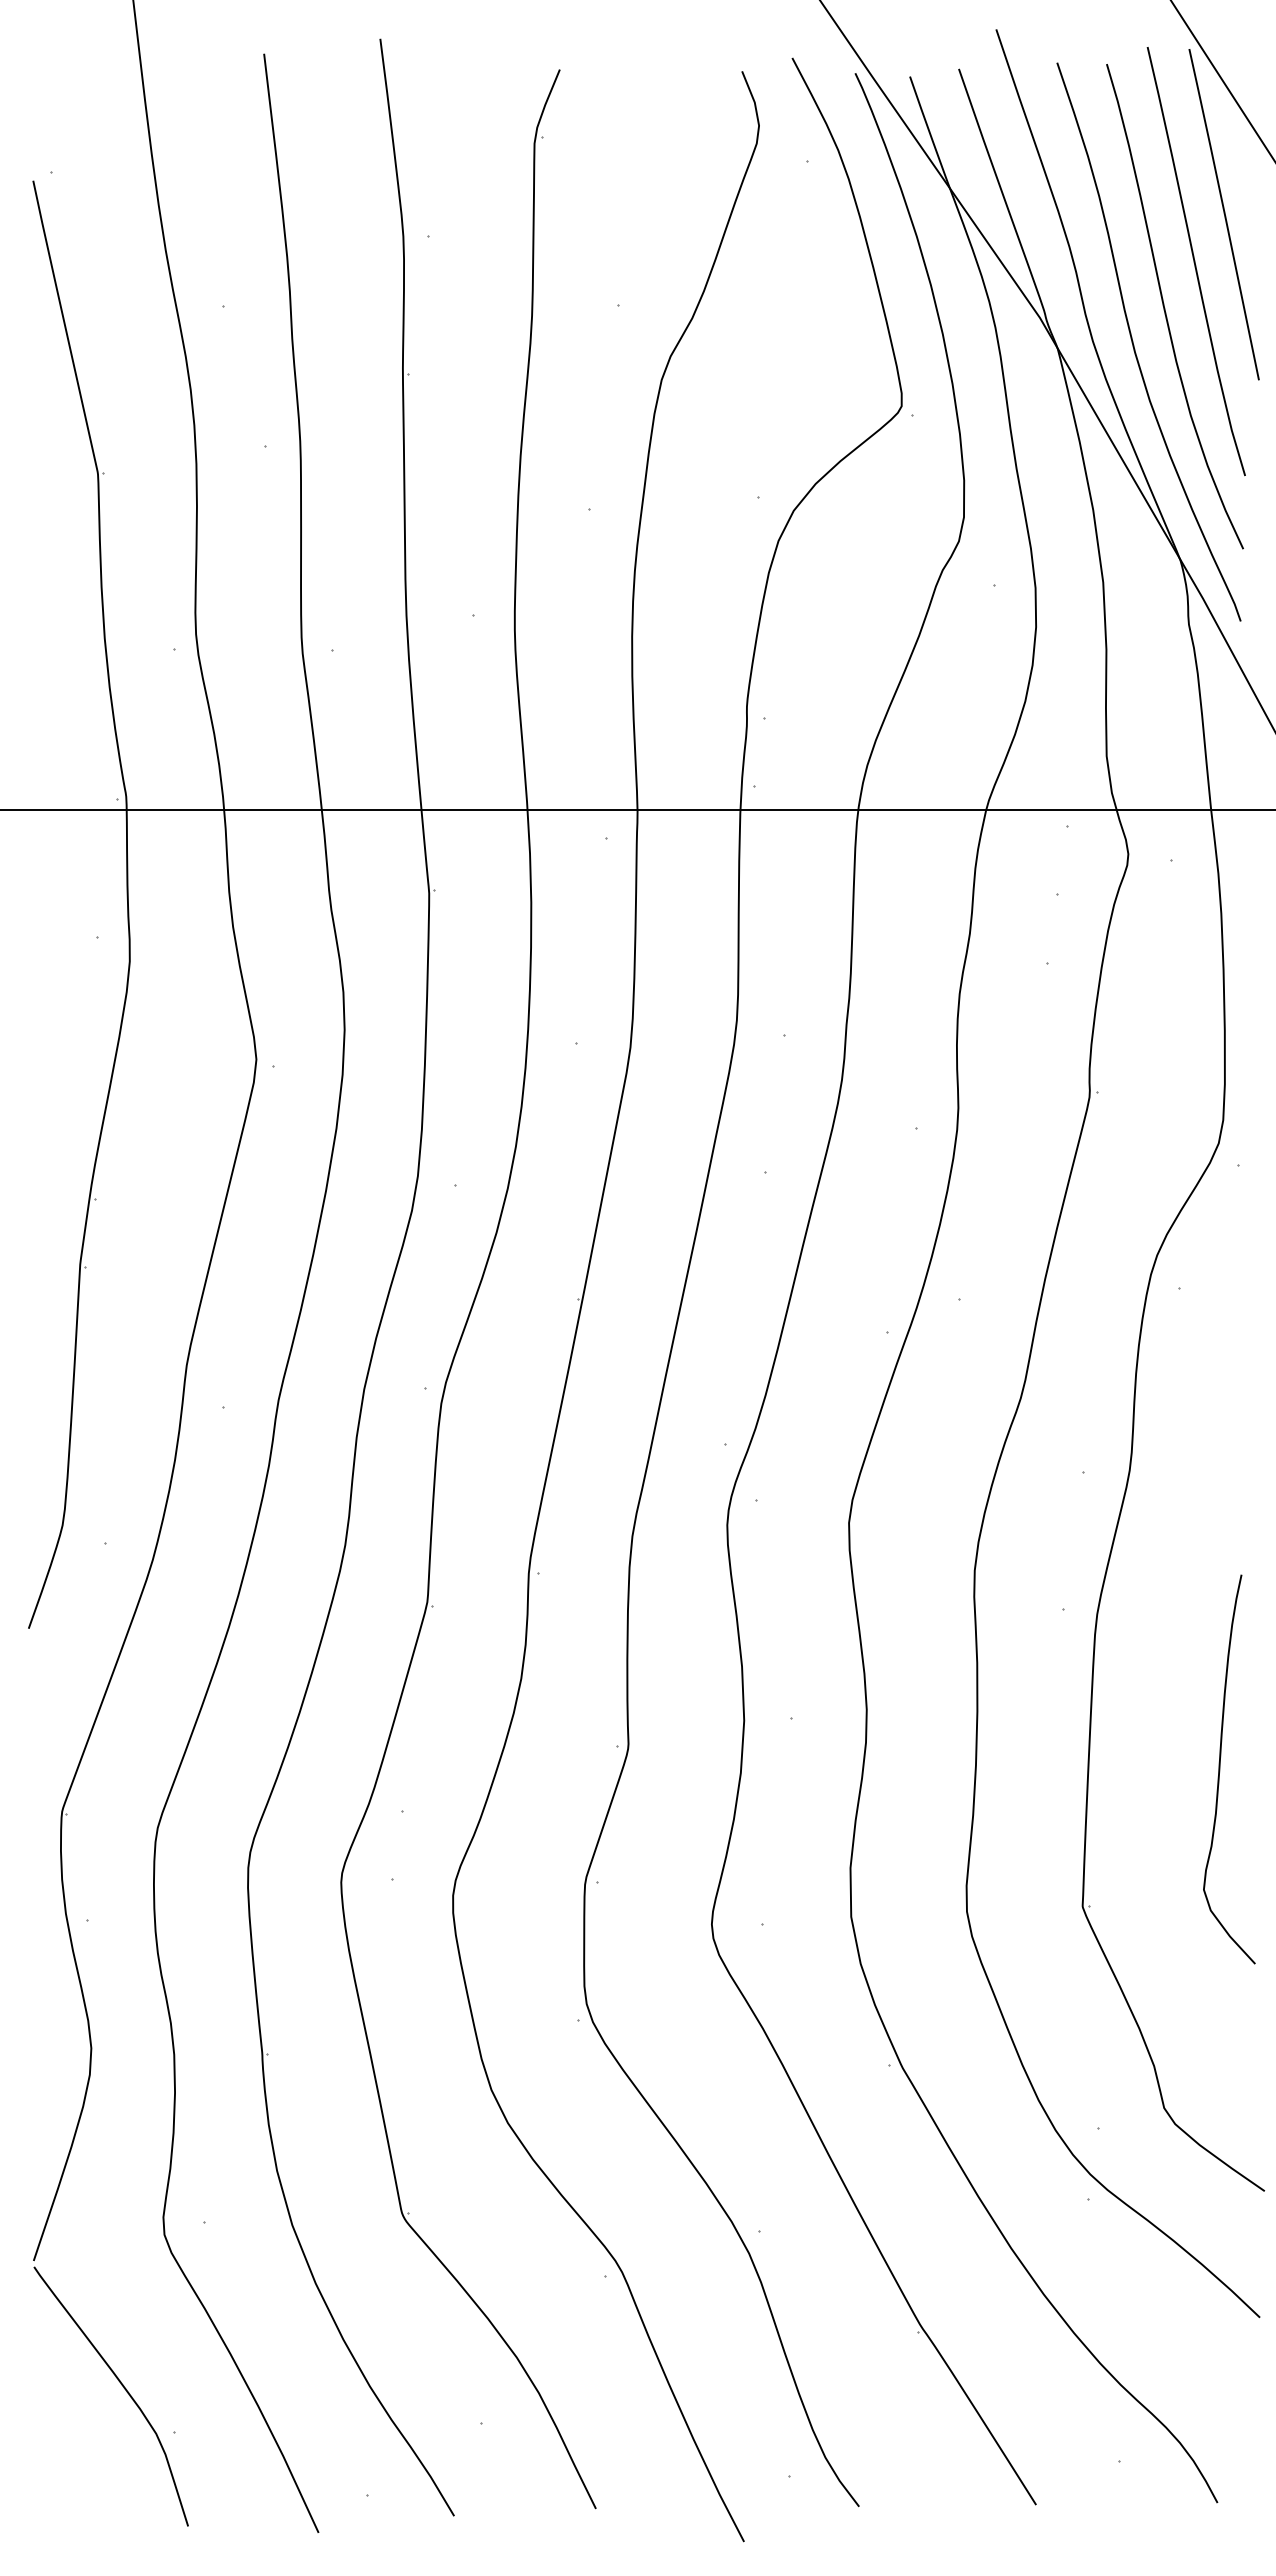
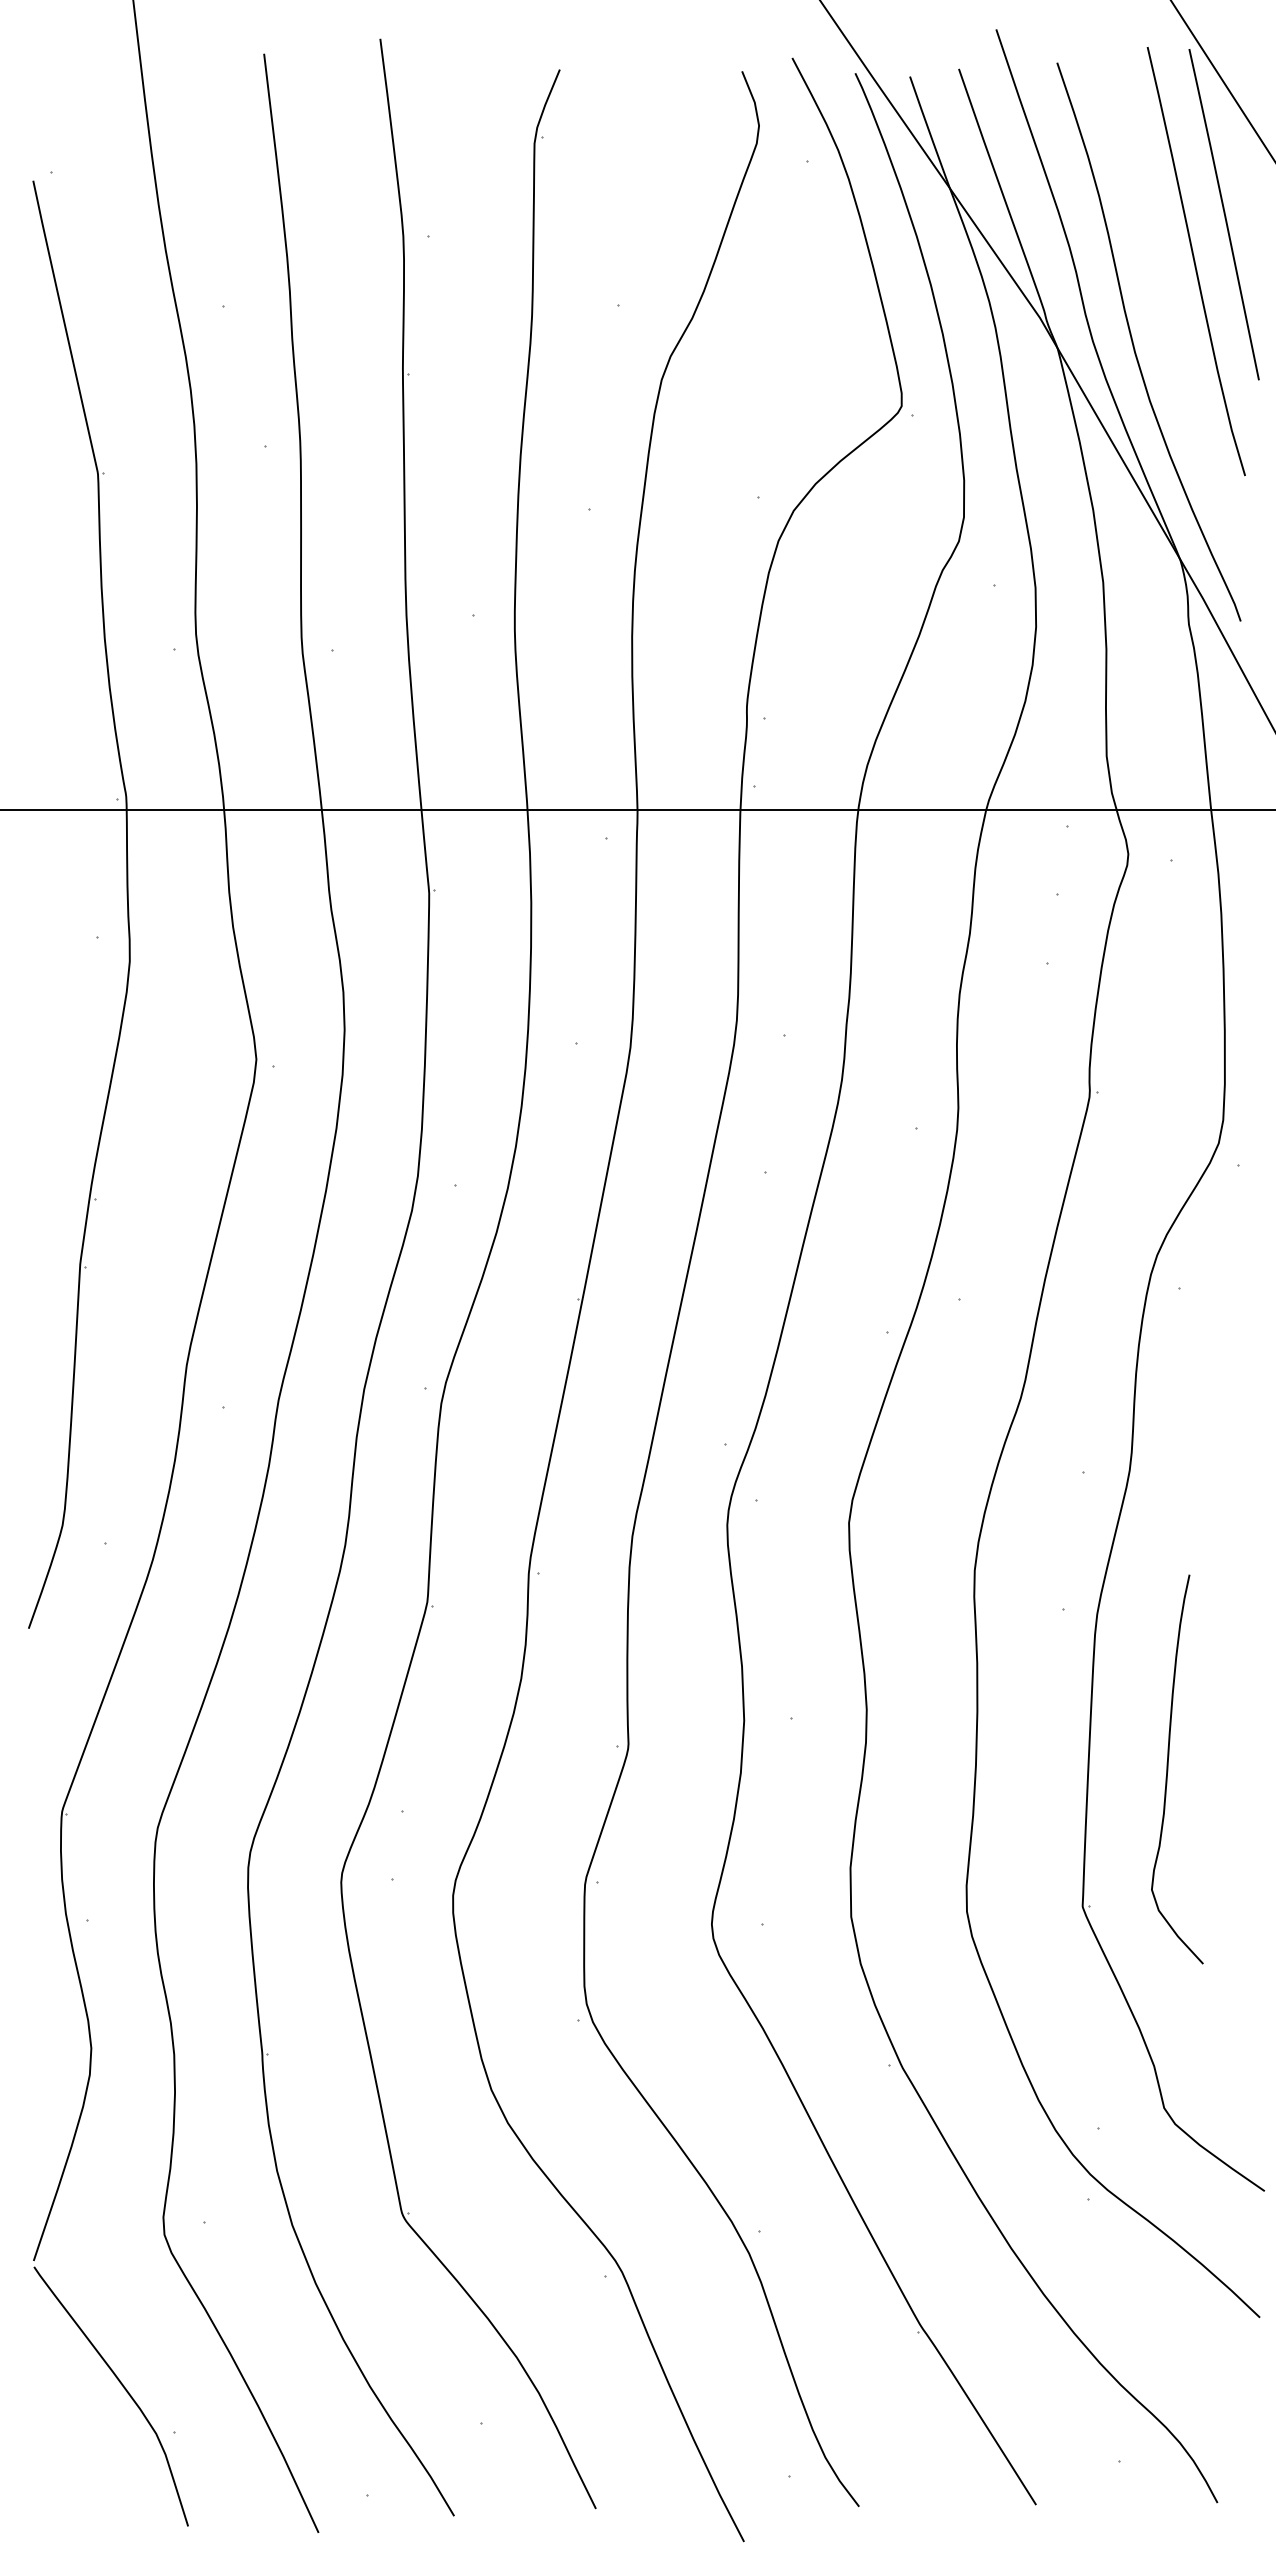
curve at (1165, 308): present -> none
curve at (1220, 1769) position: (1220, 1769) -> (1168, 1769)
